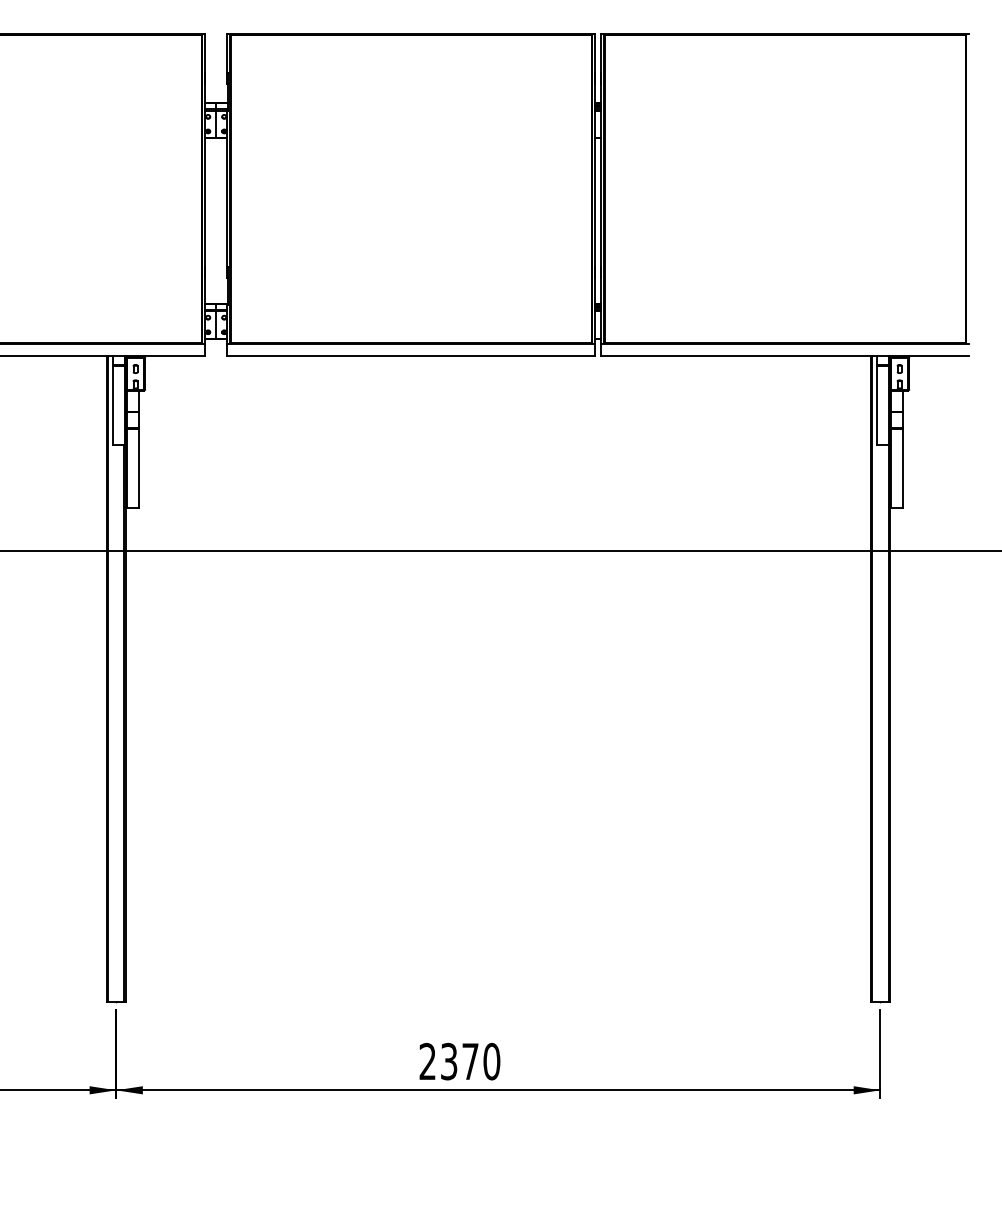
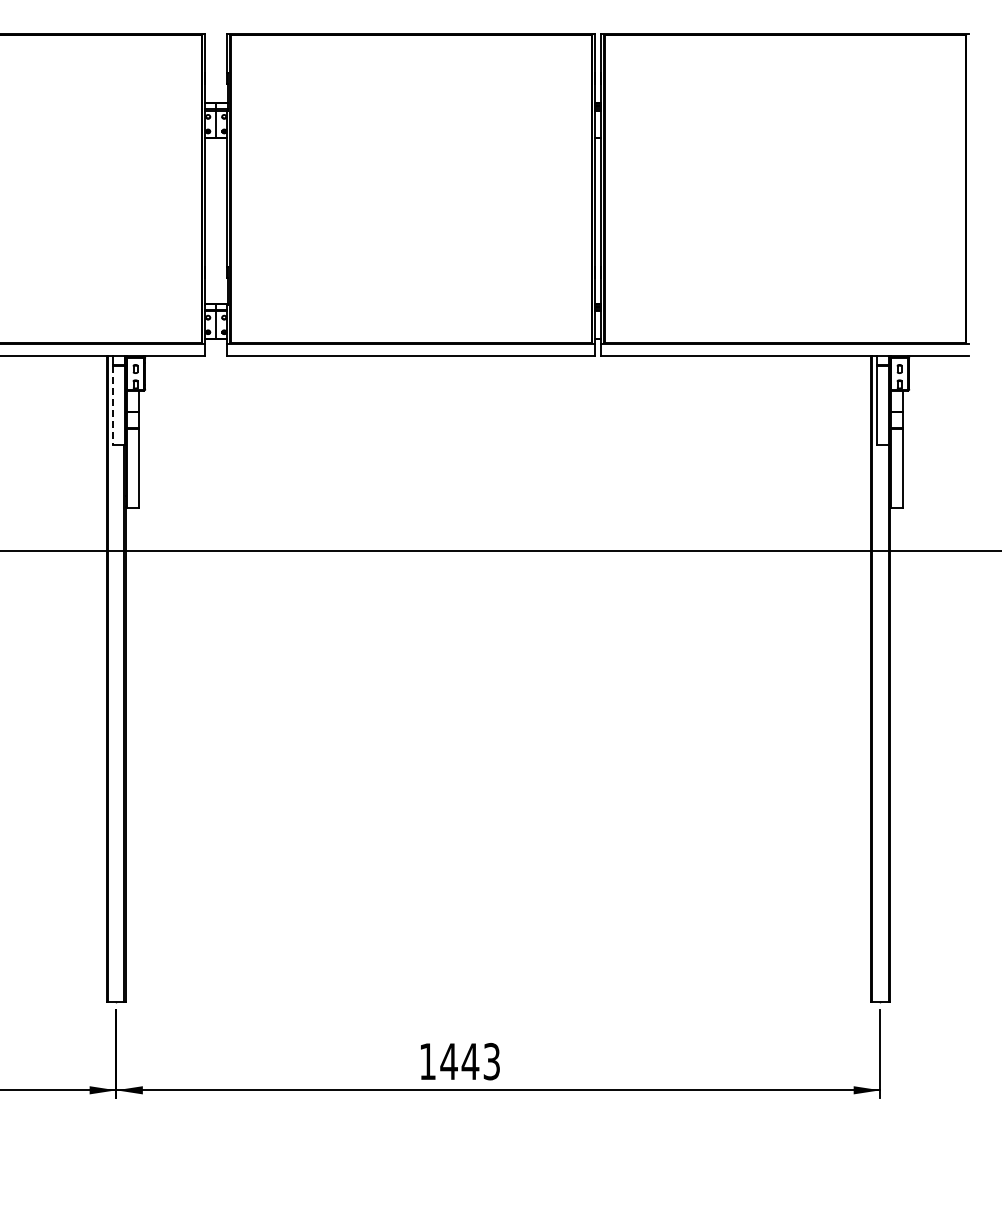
line at (113, 405): solid -> dashed
text at (459, 1061): 2370 -> 1443
